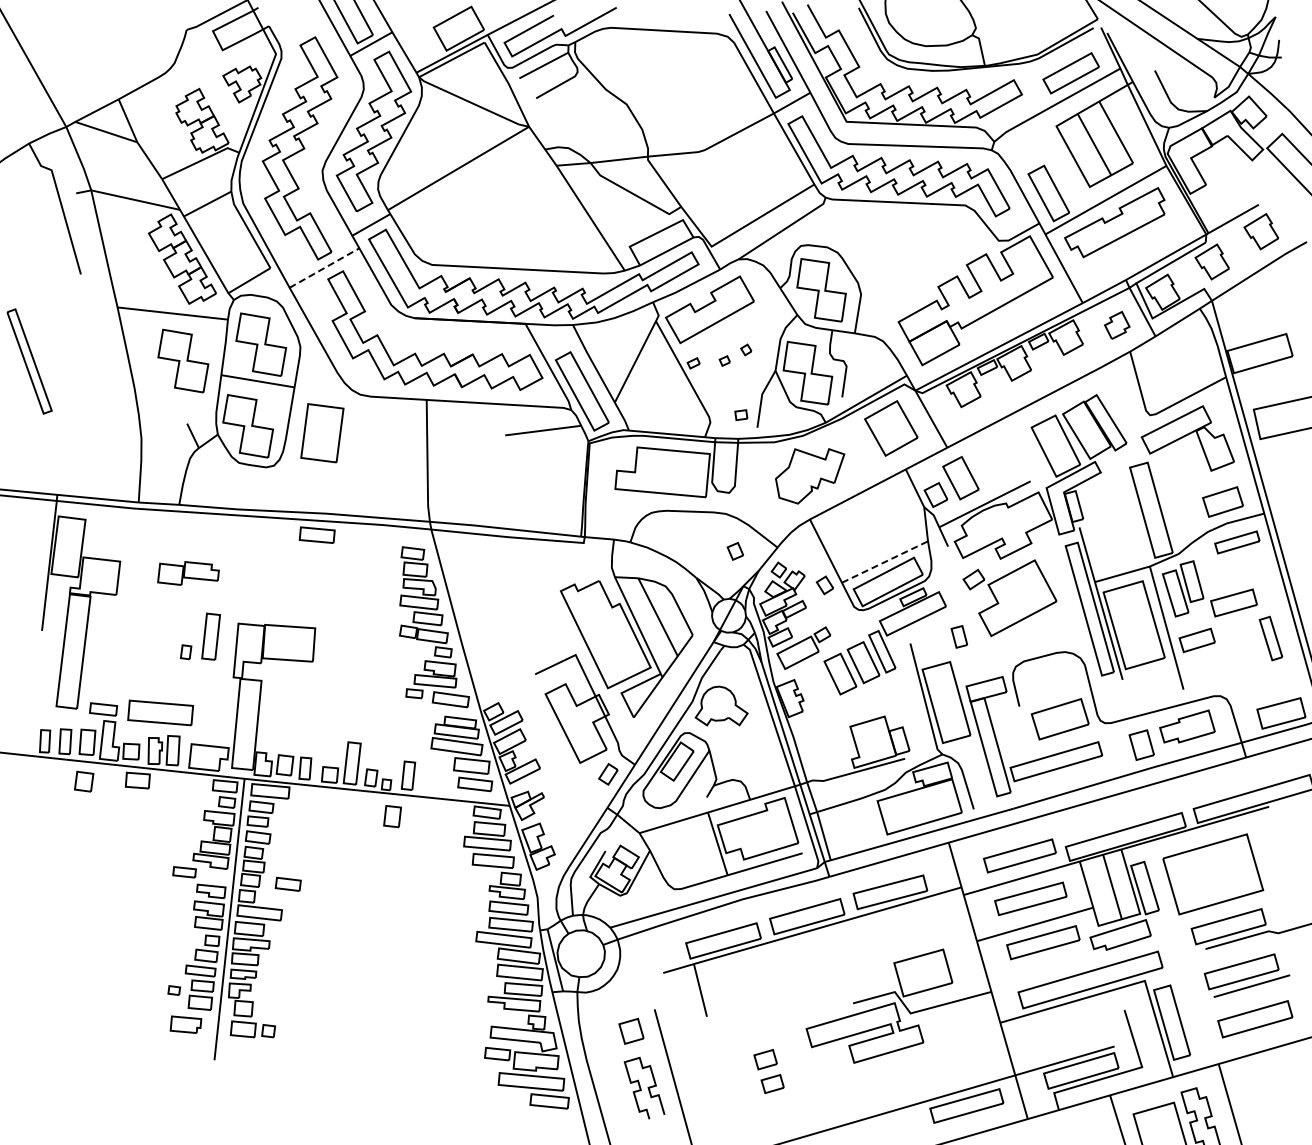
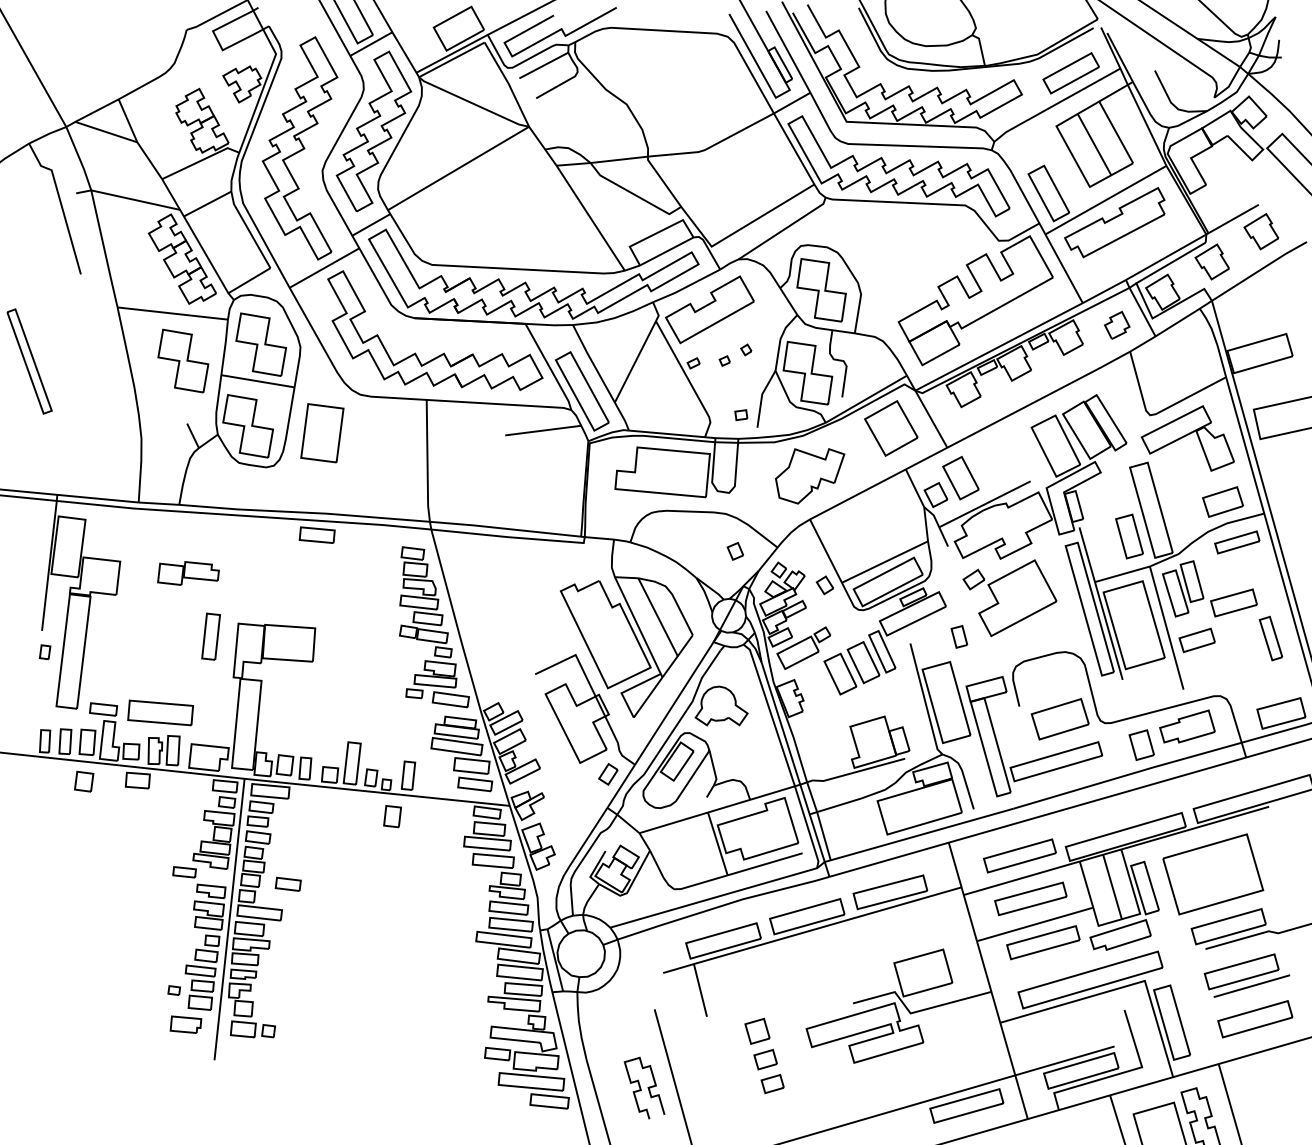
line at (324, 267): dashed -> solid
part at (1129, 536): none -> present
line at (884, 562): dashed -> solid
part at (185, 652) position: (185, 652) -> (44, 652)
part at (631, 1030) position: (631, 1030) -> (757, 1030)
